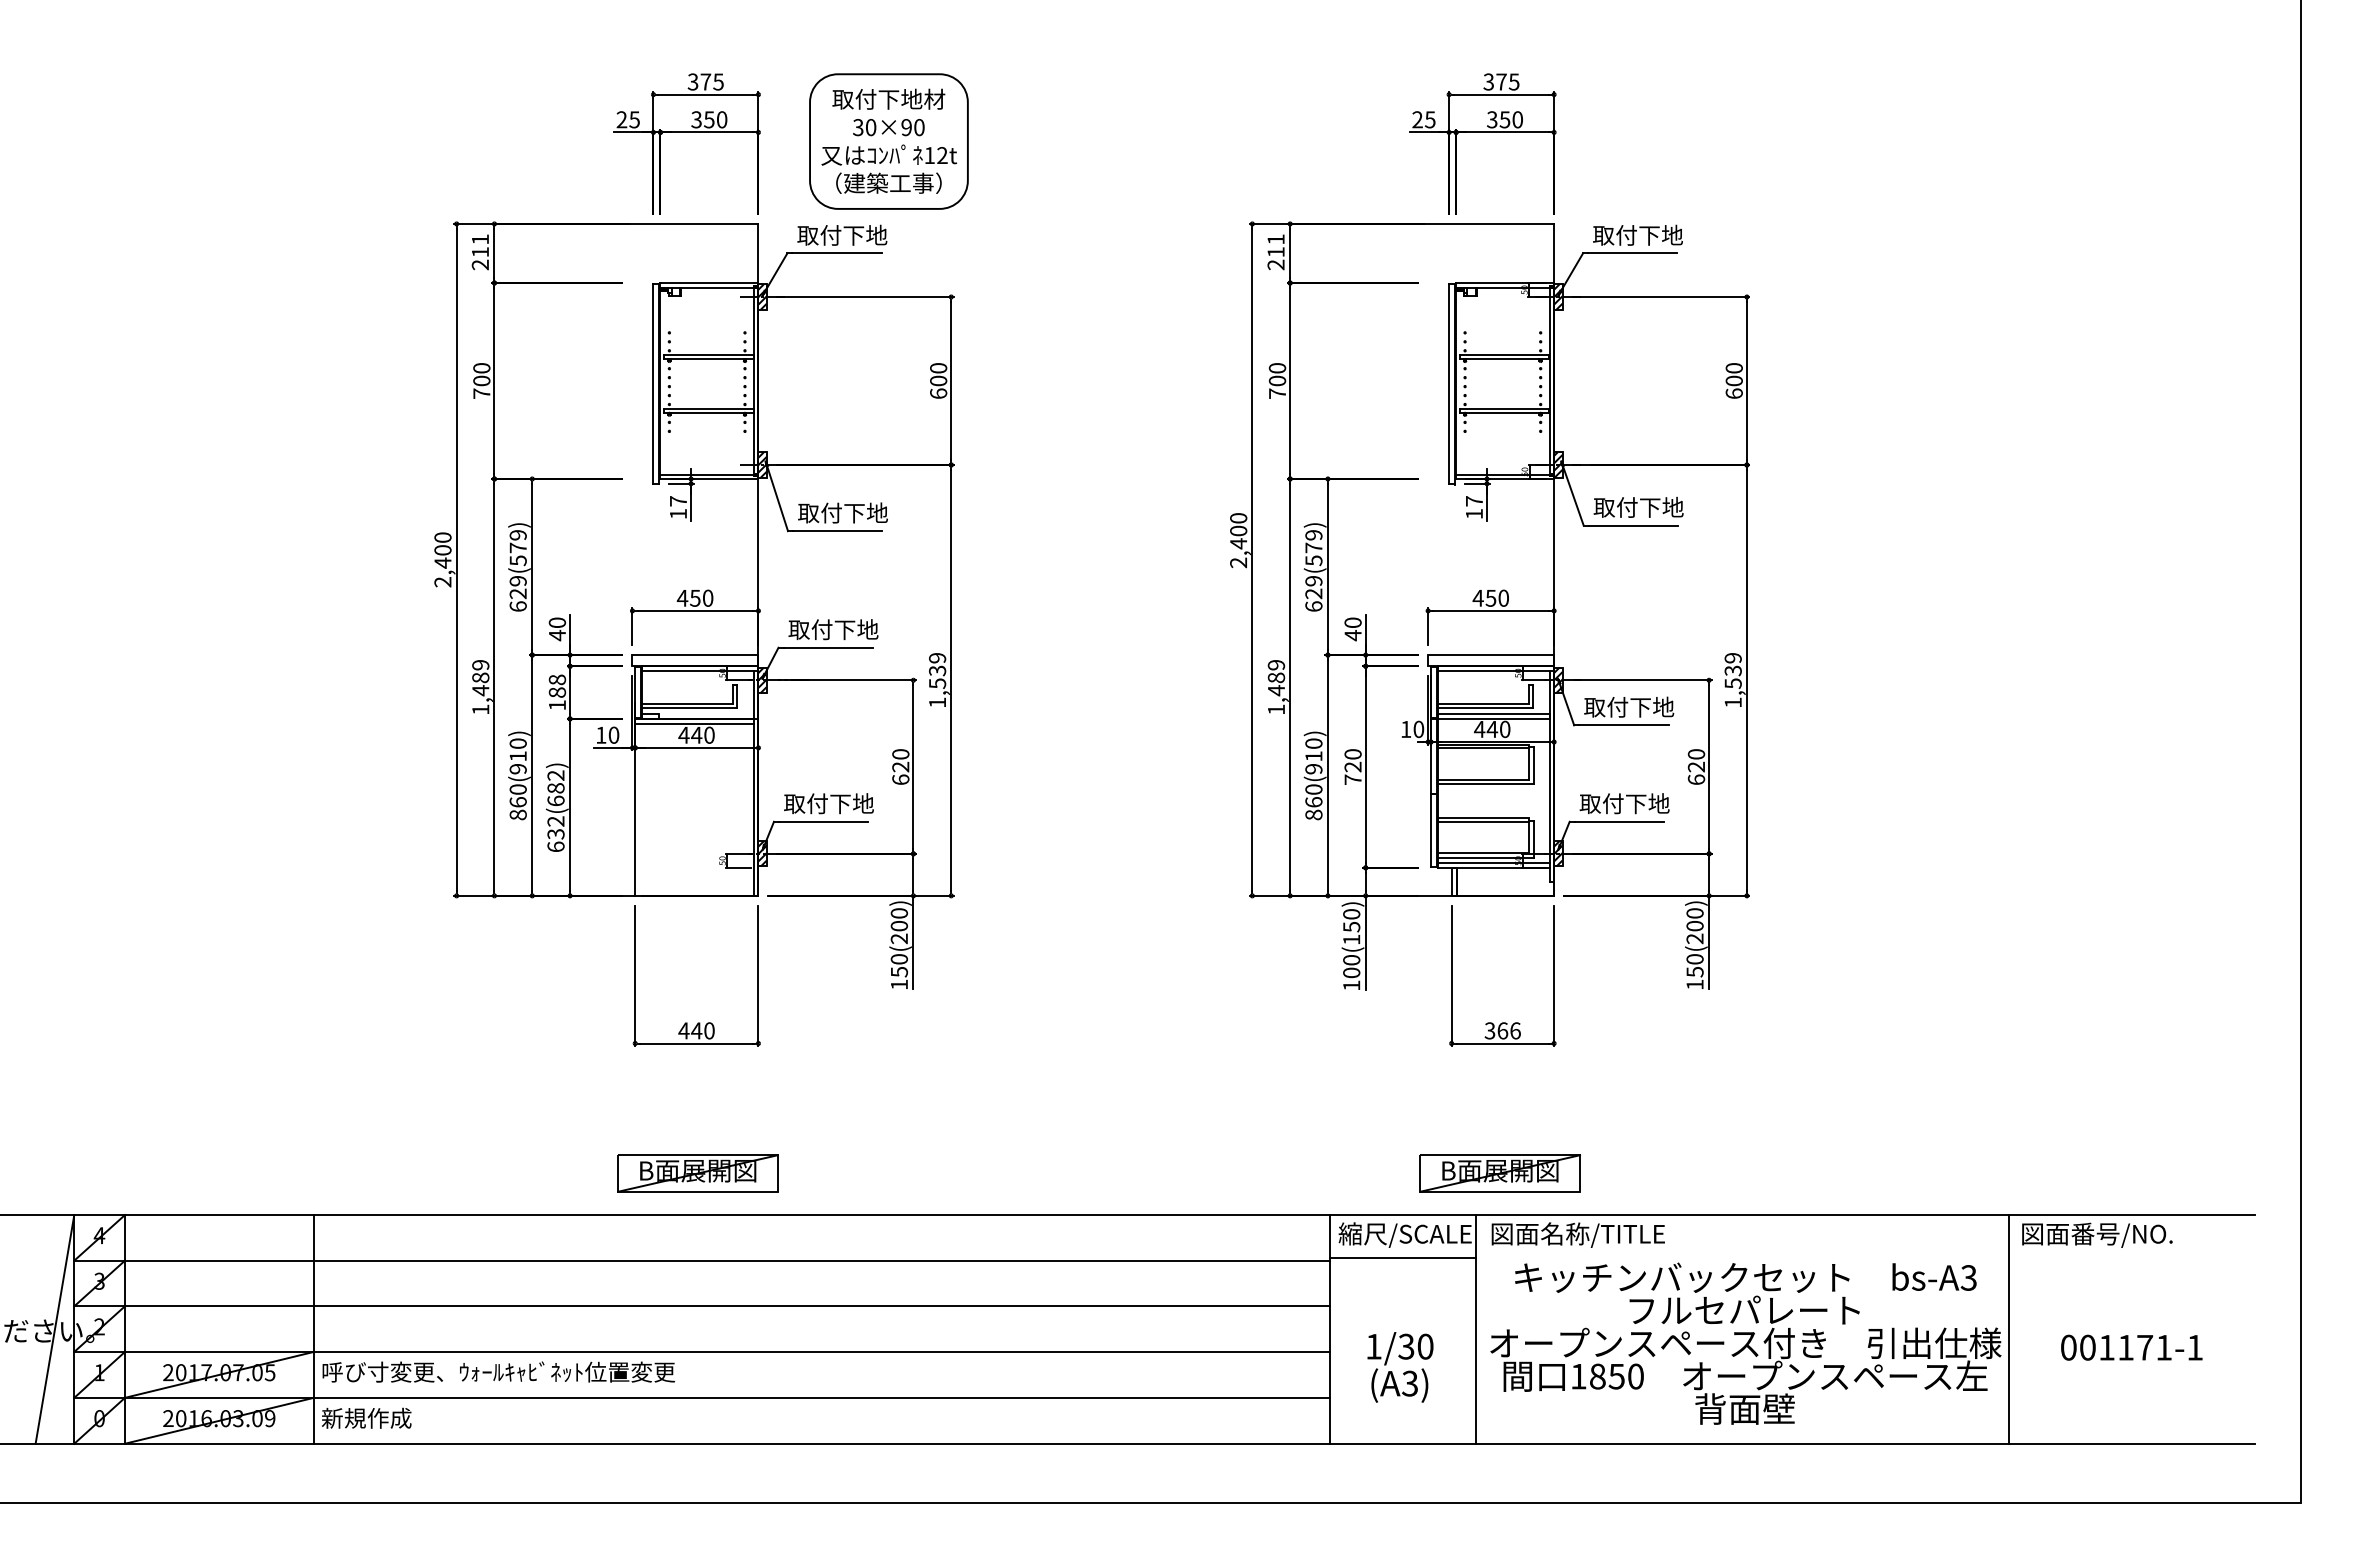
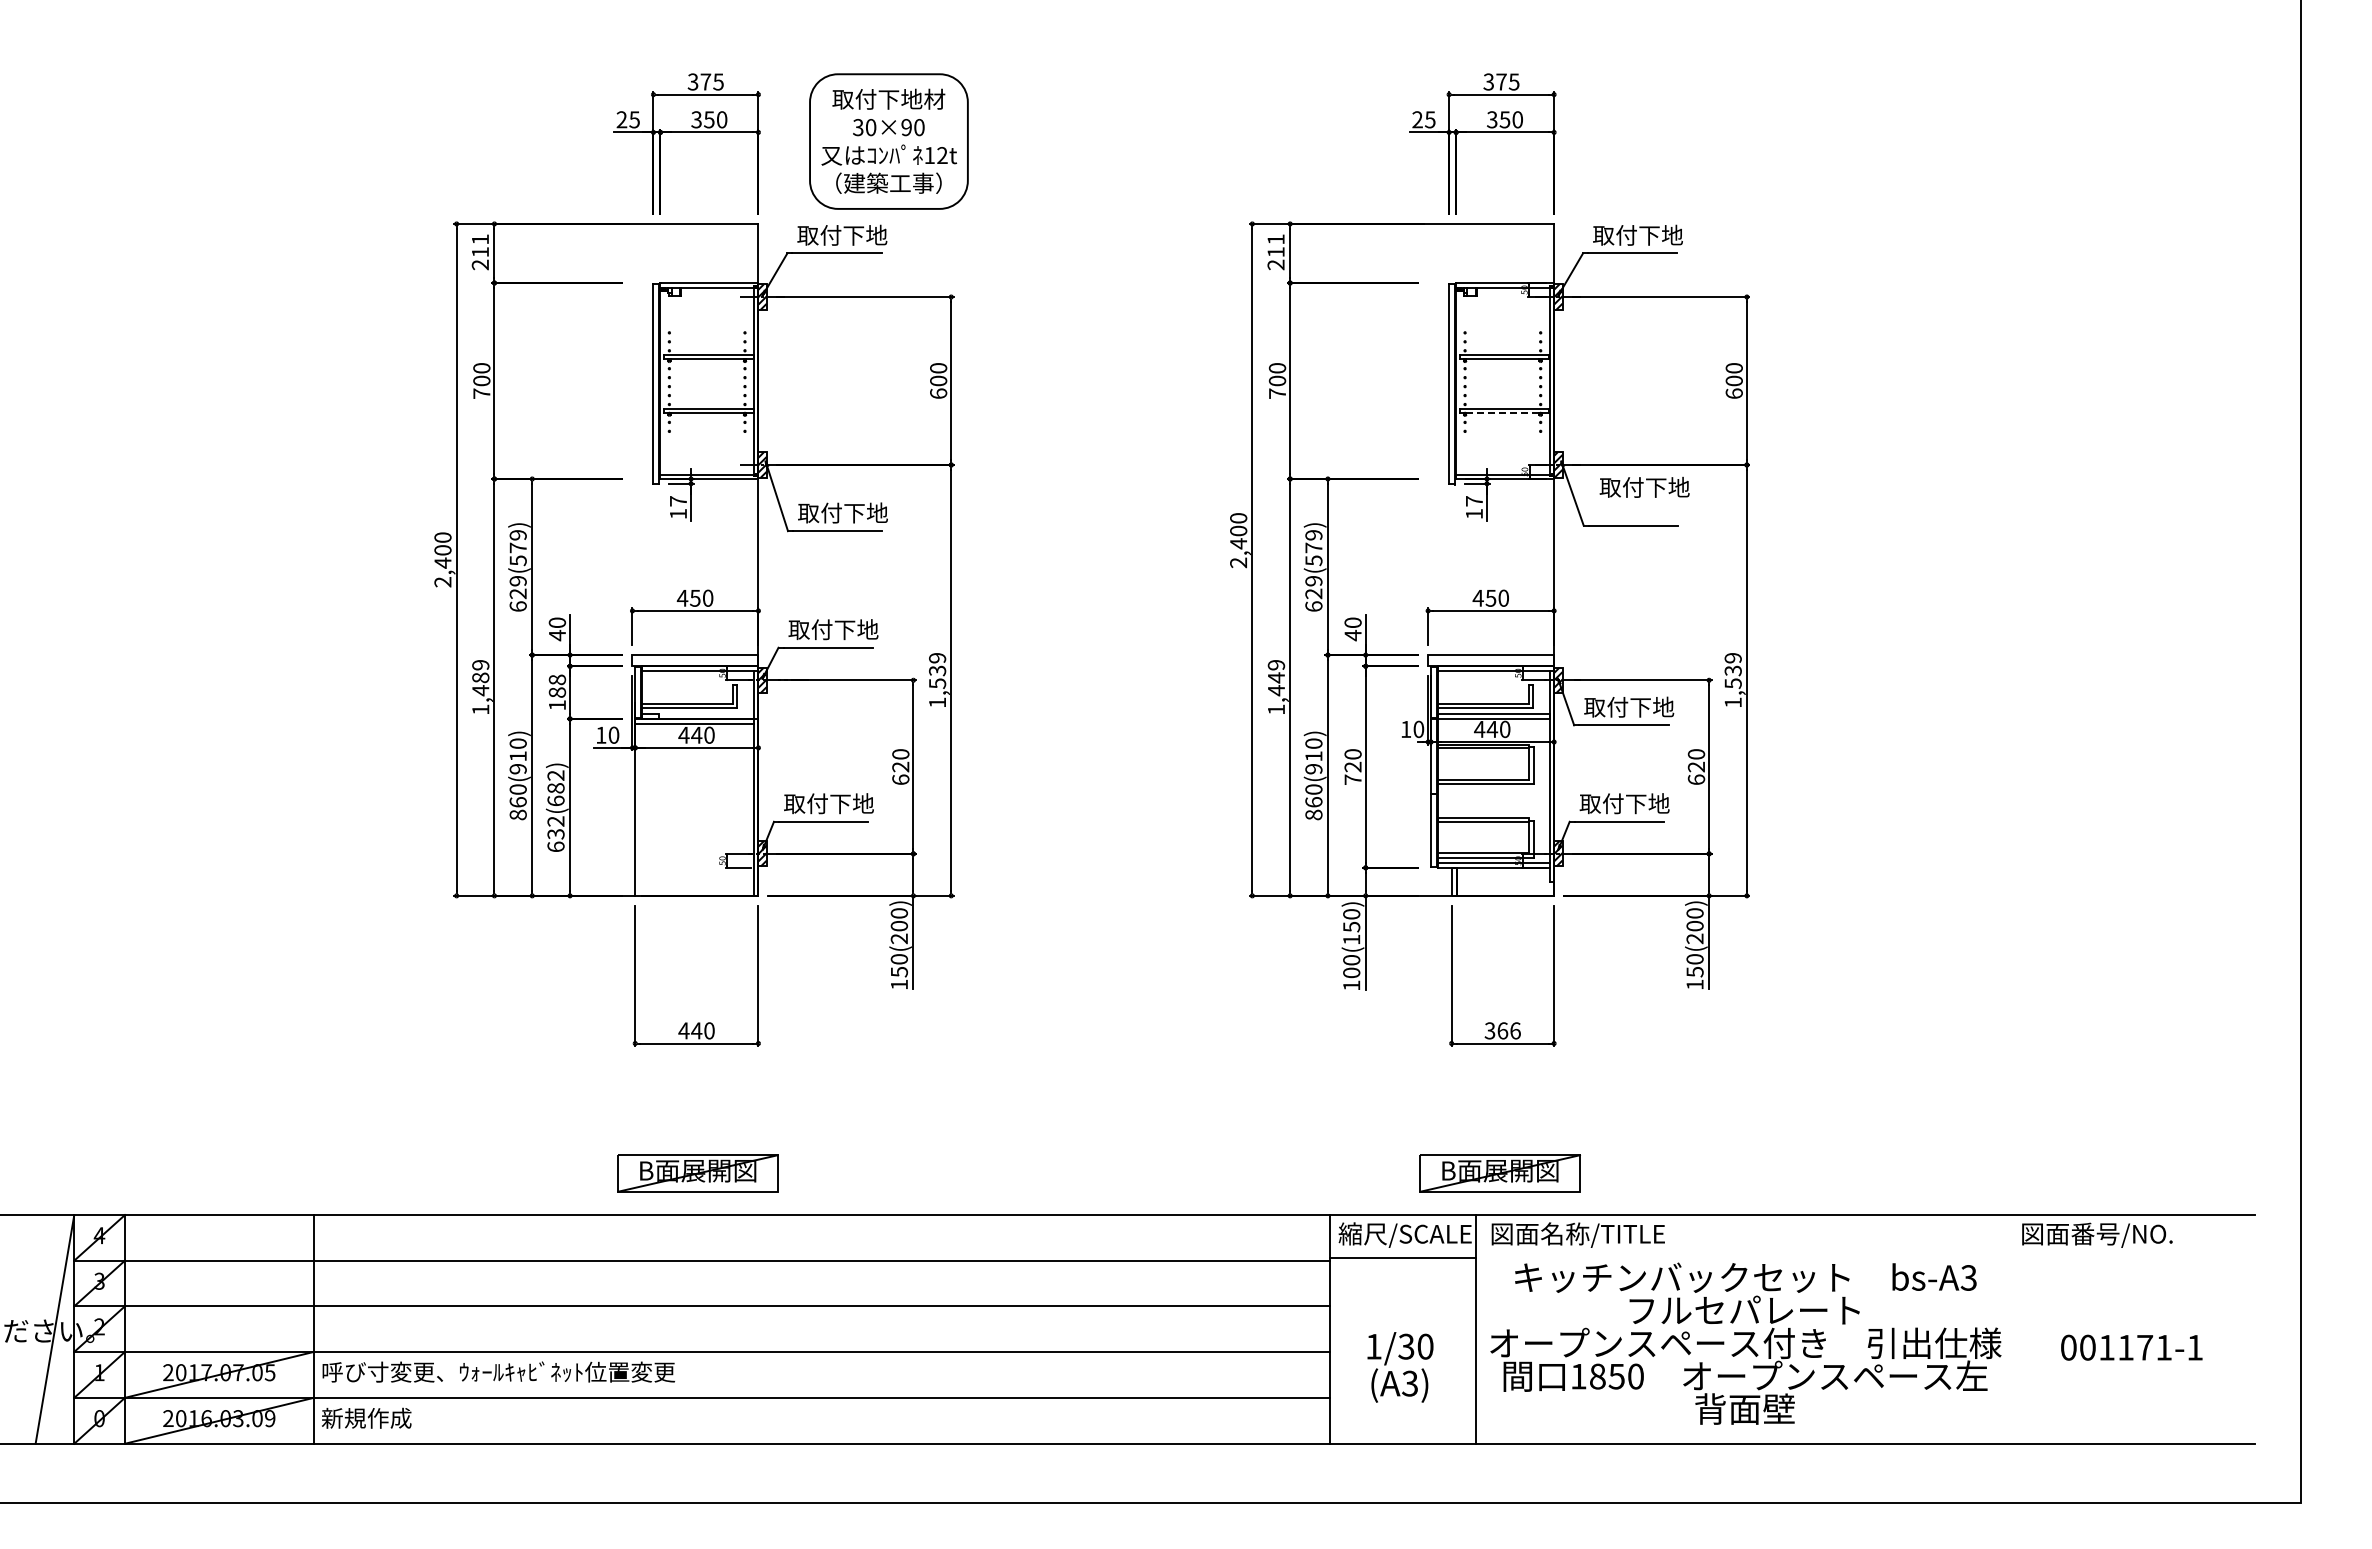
line at (1502, 413): solid -> dashed
text at (1638, 506) position: (1638, 506) -> (1644, 486)
text at (1276, 677): 1,489 -> 1,449
line at (2008, 1329): present -> none
